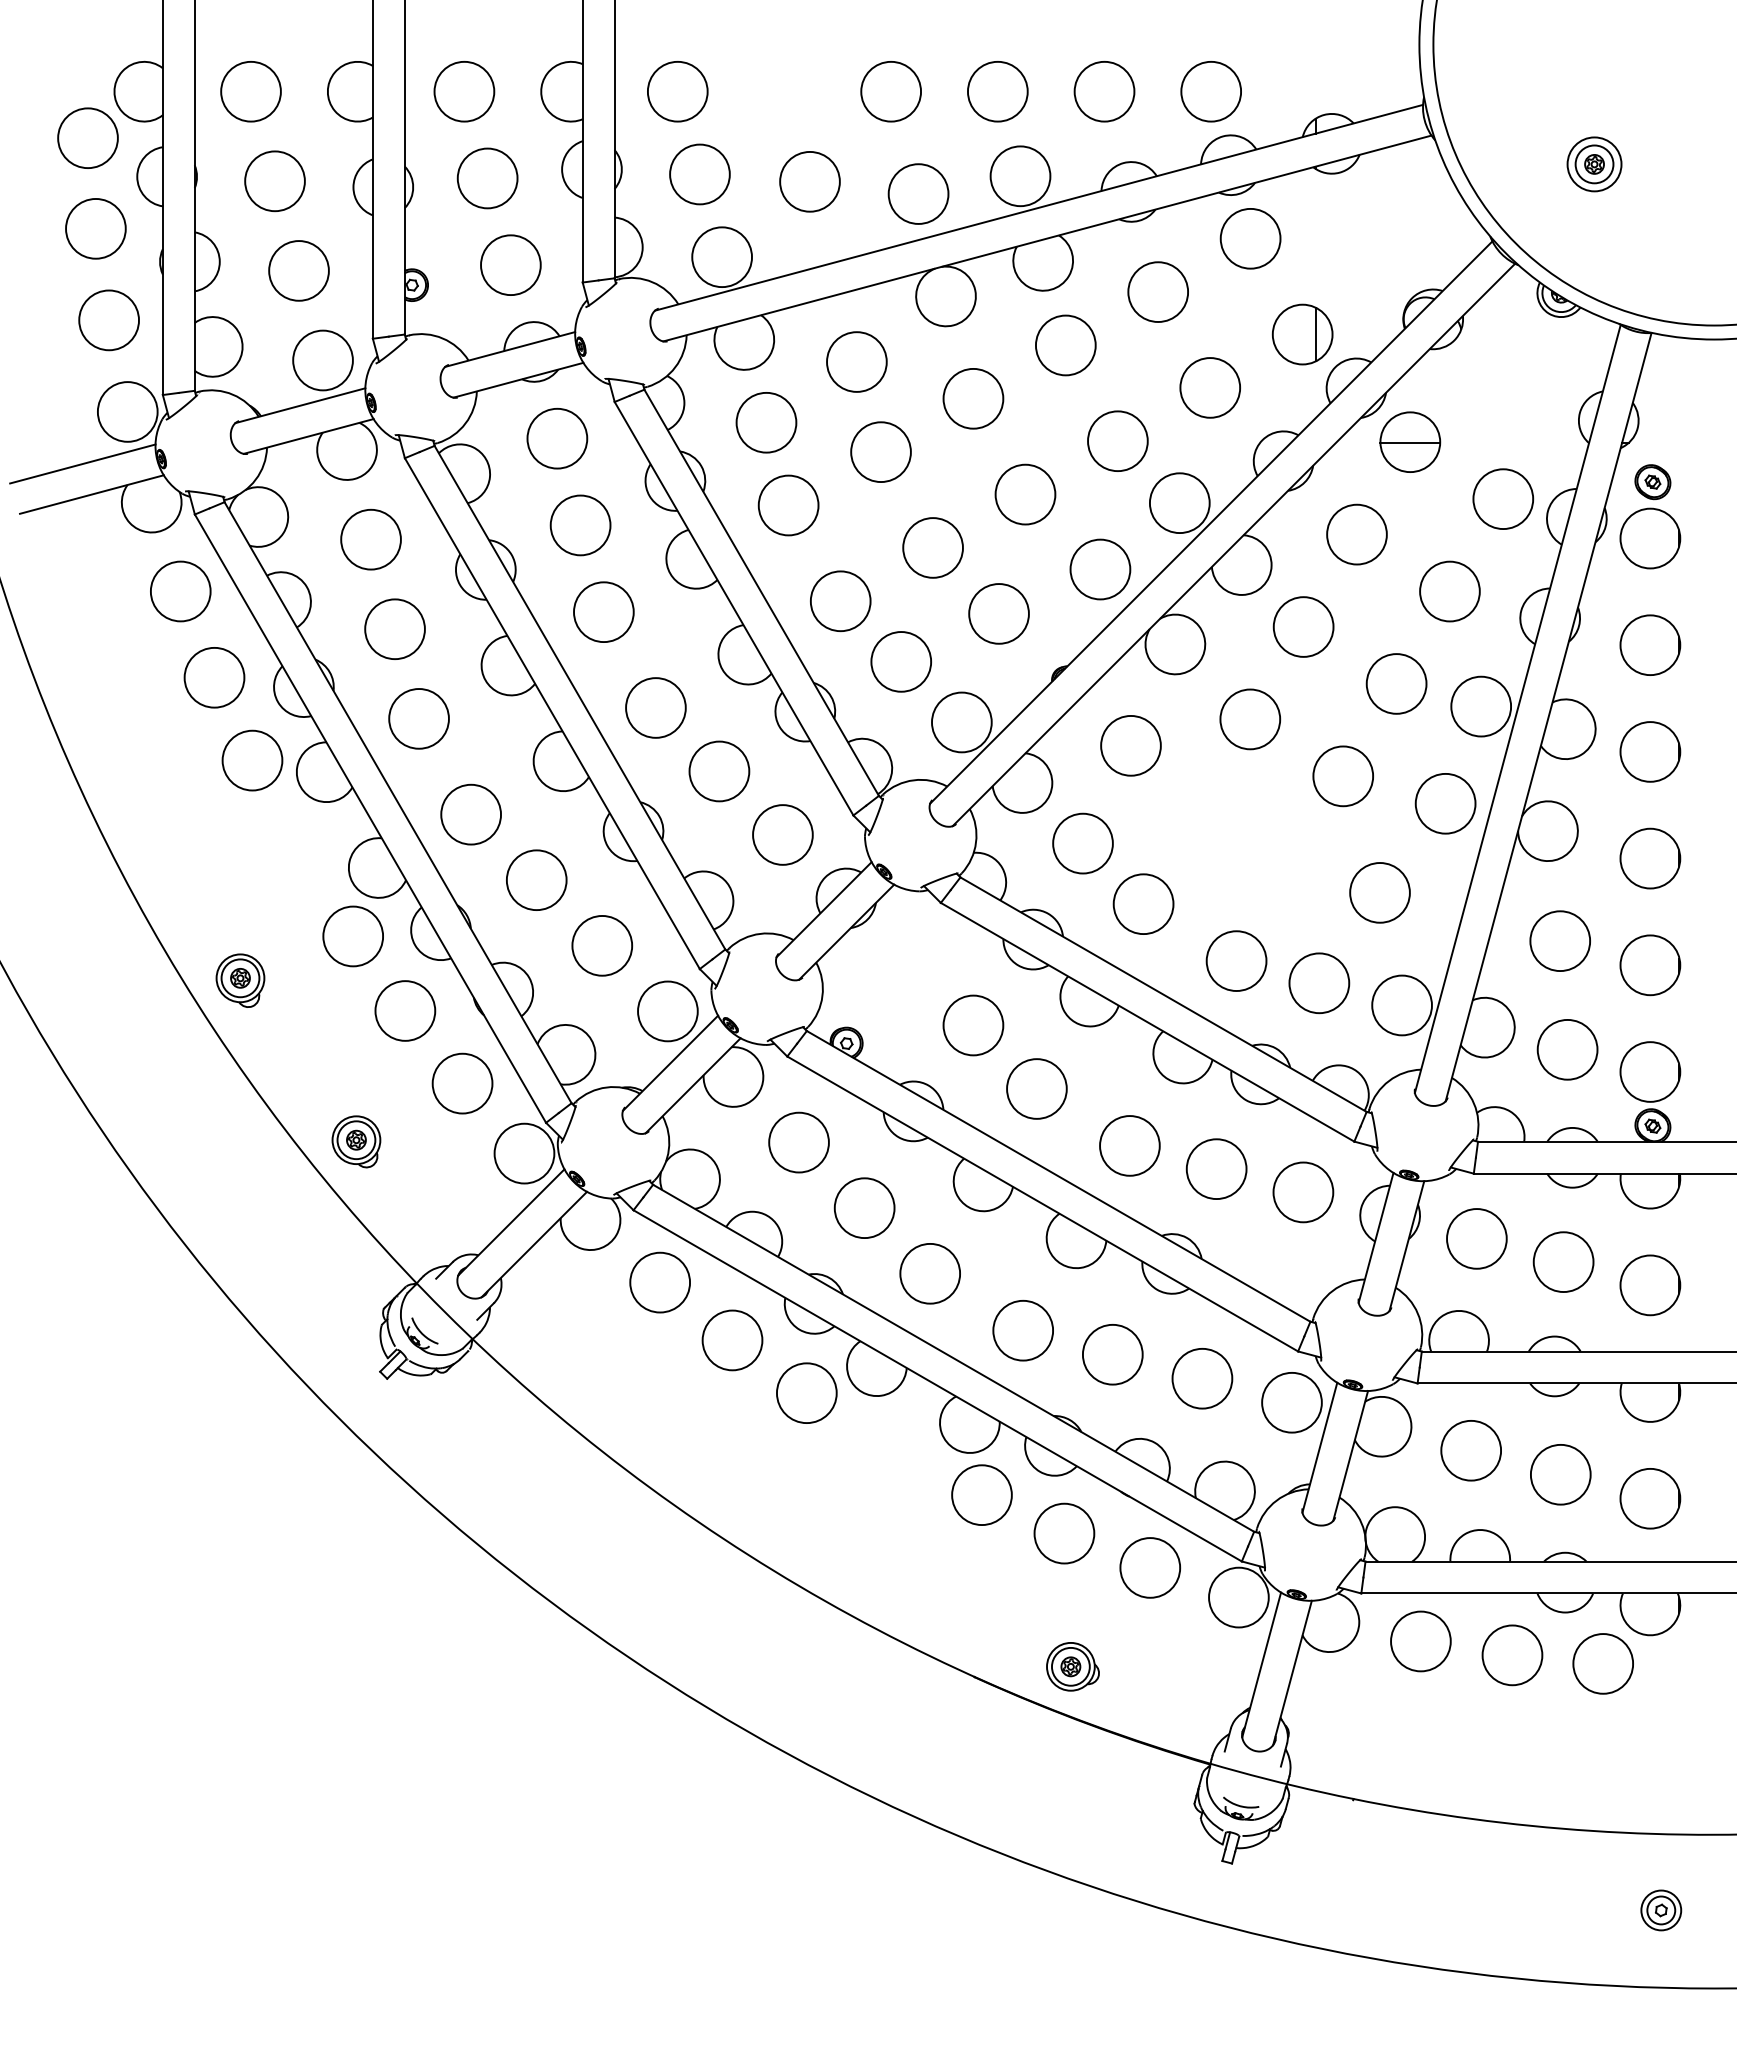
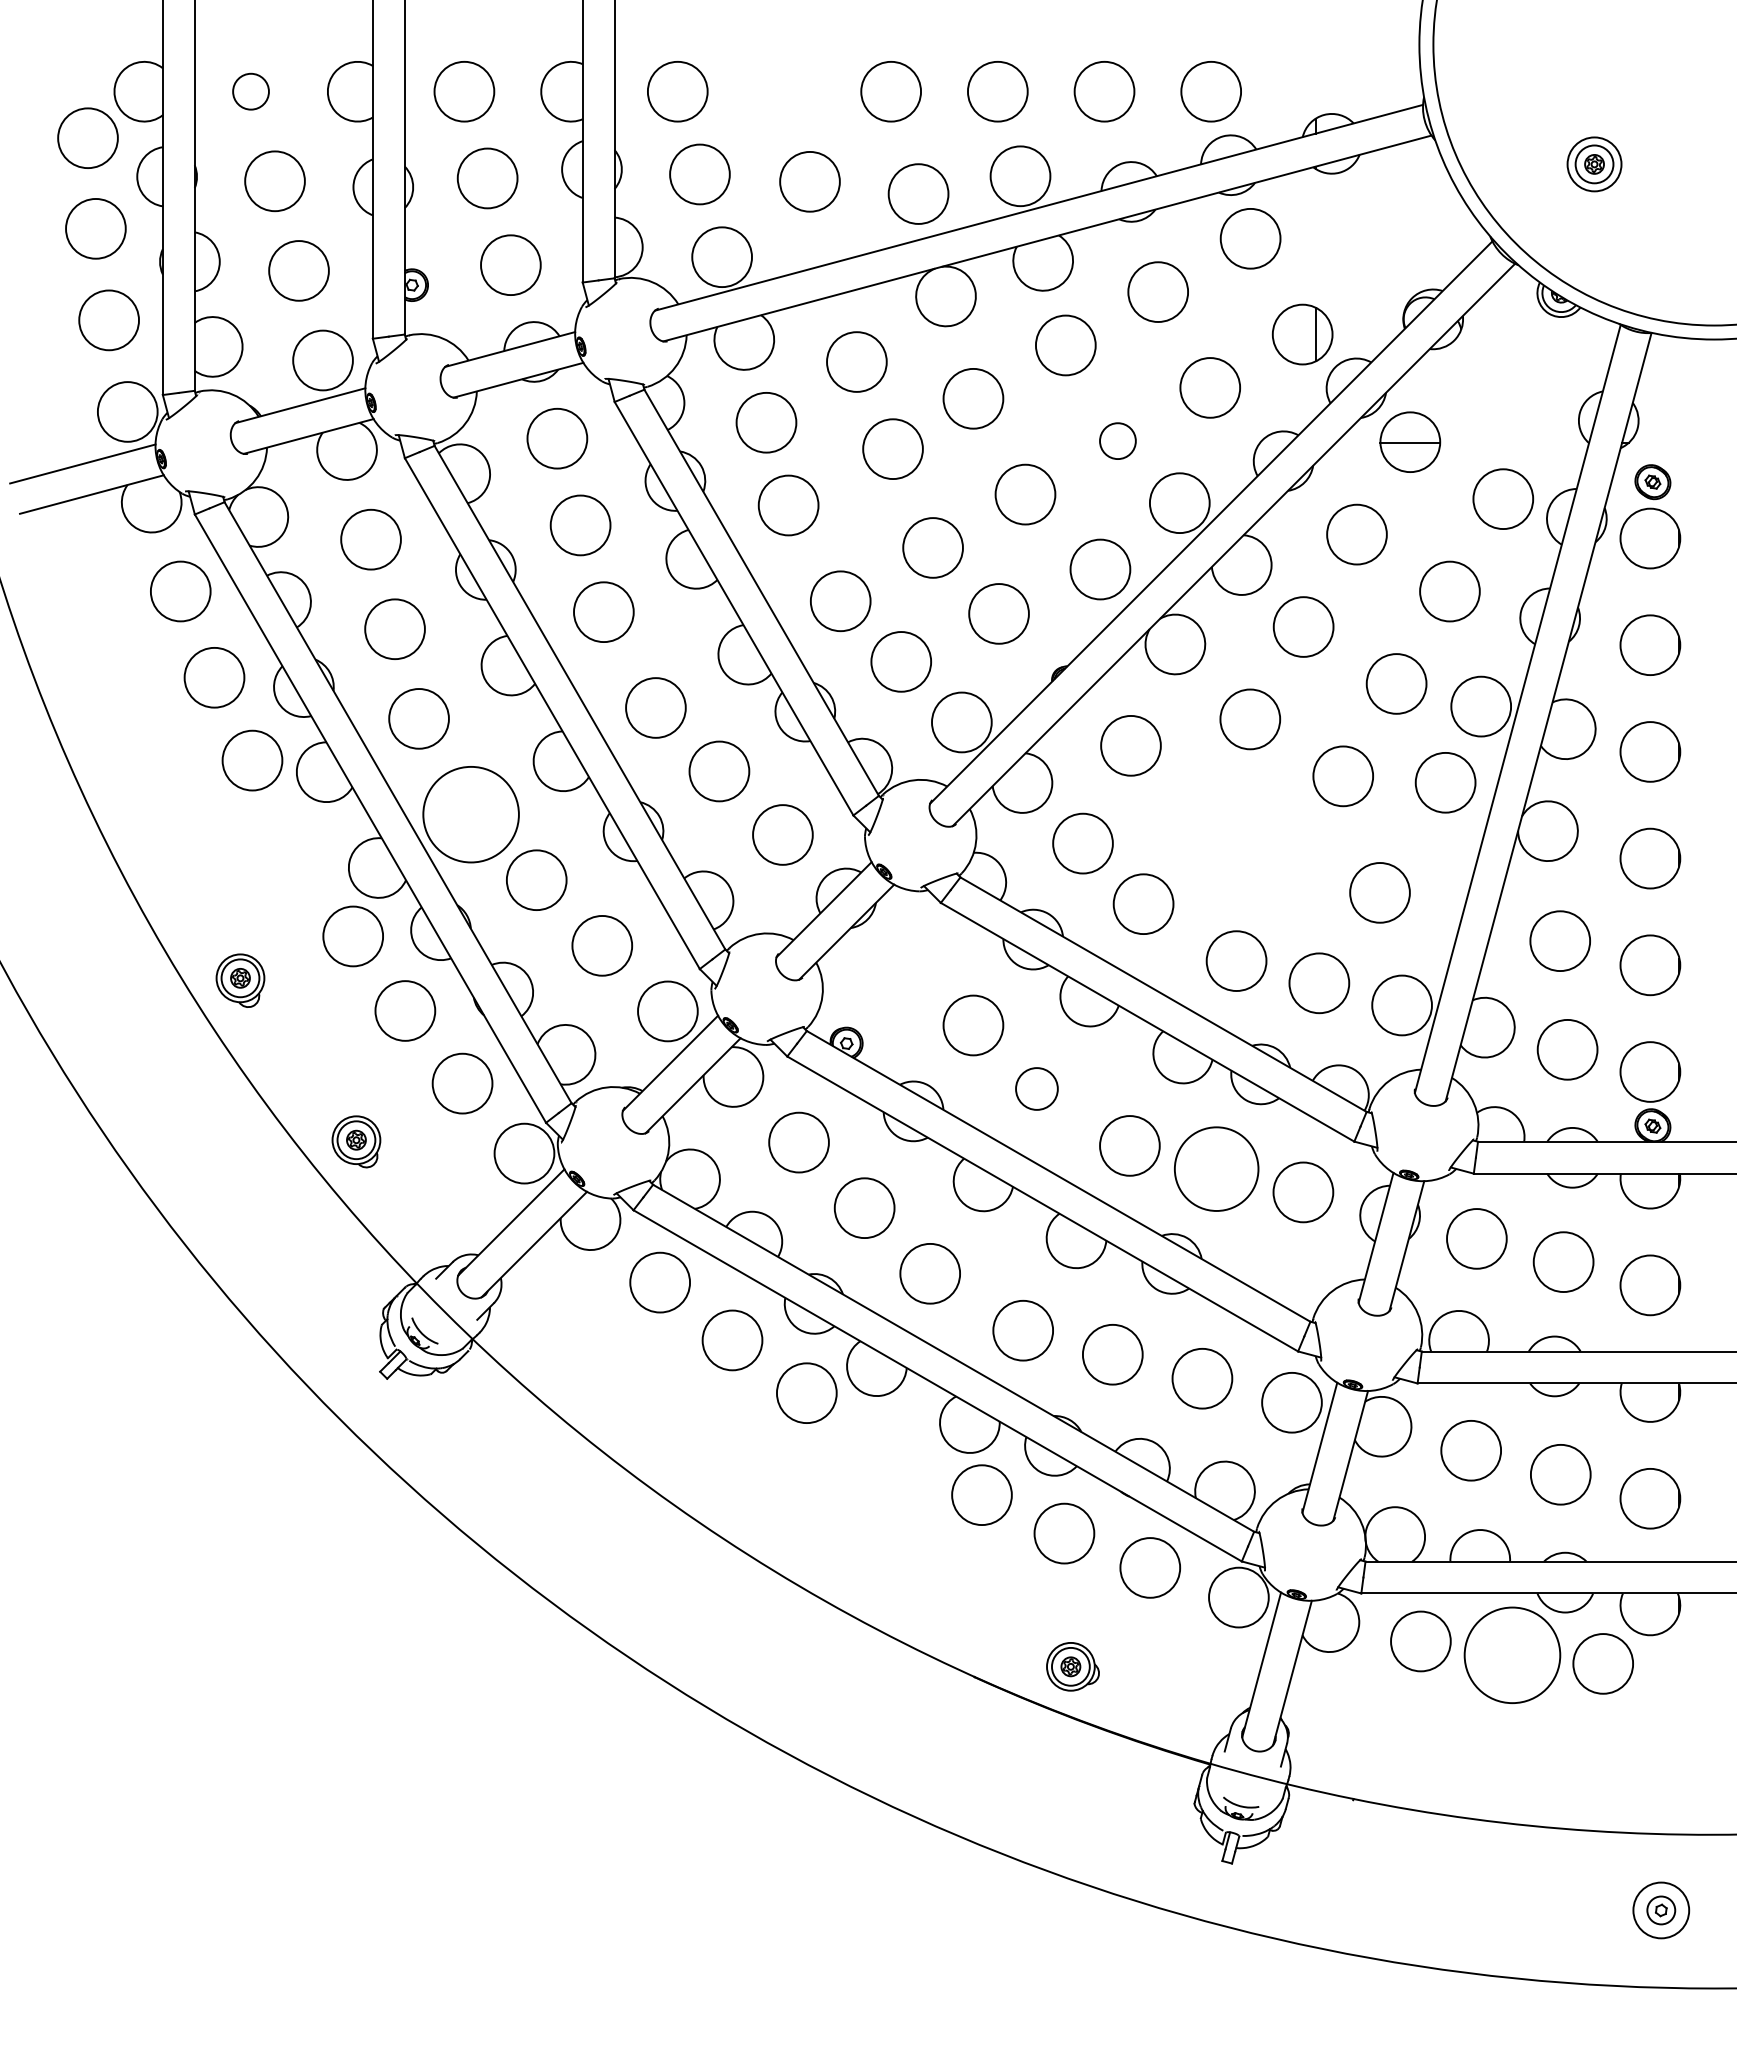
circle at (250, 91) diameter: 60 px -> 36 px
circle at (1117, 440) size: 62x62 px -> 38x38 px
circle at (880, 451) position: (880, 451) -> (892, 448)
circle at (1445, 803) position: (1445, 803) -> (1445, 782)
circle at (471, 814) diameter: 60 px -> 96 px
circle at (1036, 1088) size: 62x62 px -> 44x44 px
circle at (1216, 1169) diameter: 60 px -> 84 px
circle at (1512, 1655) diameter: 60 px -> 96 px
circle at (1661, 1910) diameter: 40 px -> 56 px
